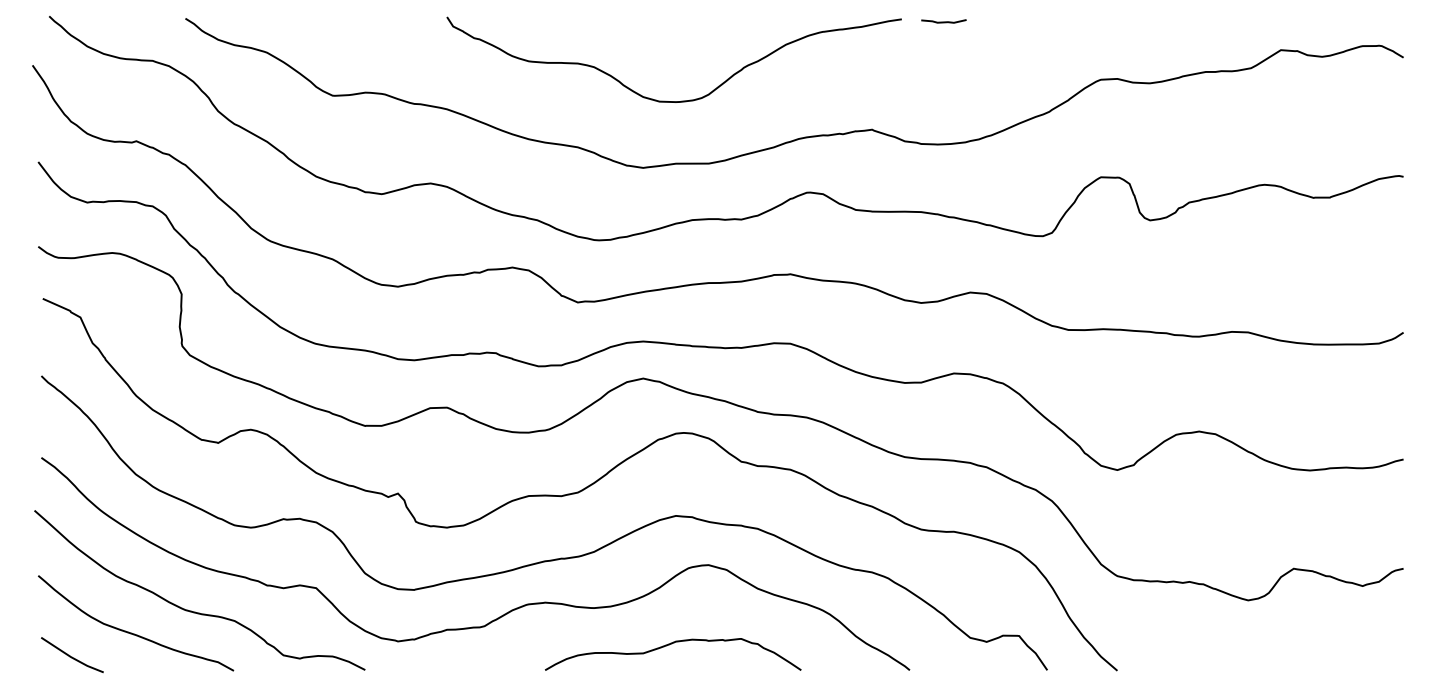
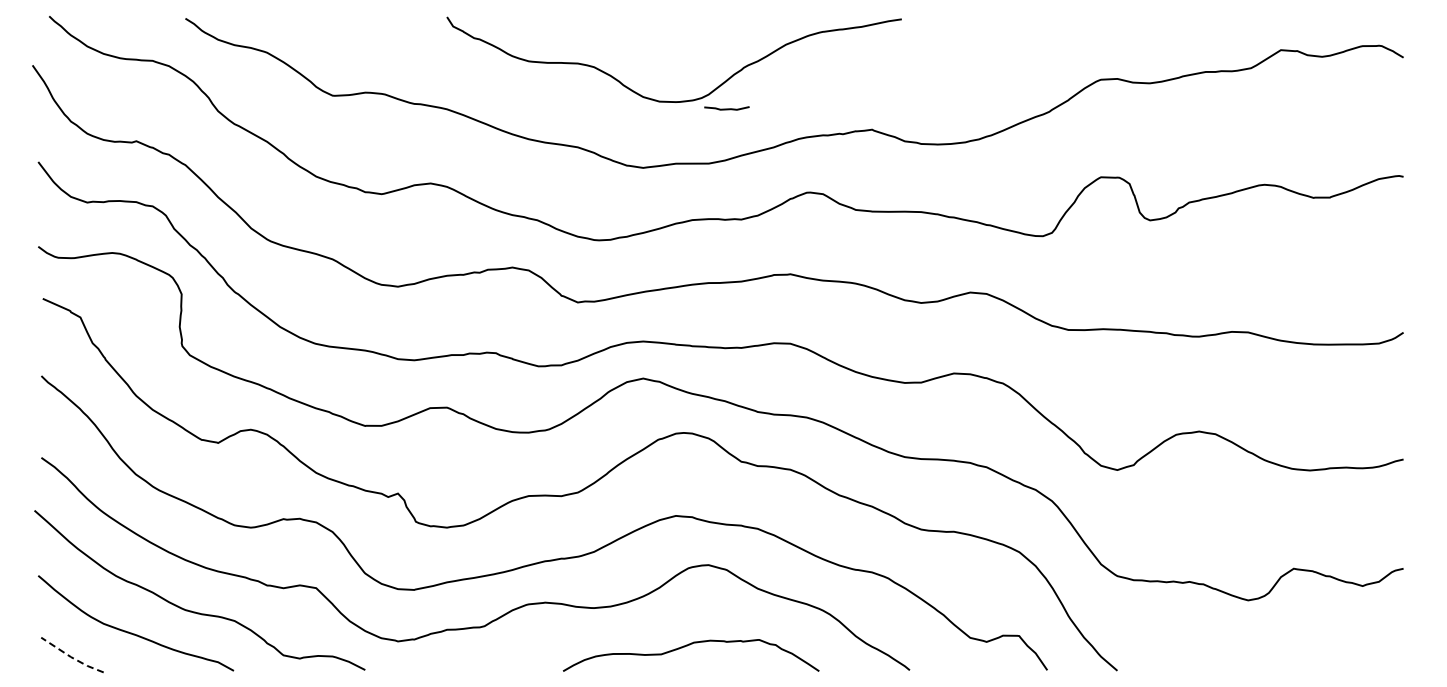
curve at (943, 21) position: (943, 21) -> (726, 108)
curve at (669, 645) position: (669, 645) -> (687, 646)
line at (71, 657): solid -> dashed
